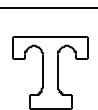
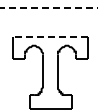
line at (49, 8): solid -> dashed
line at (50, 36): solid -> dashed
